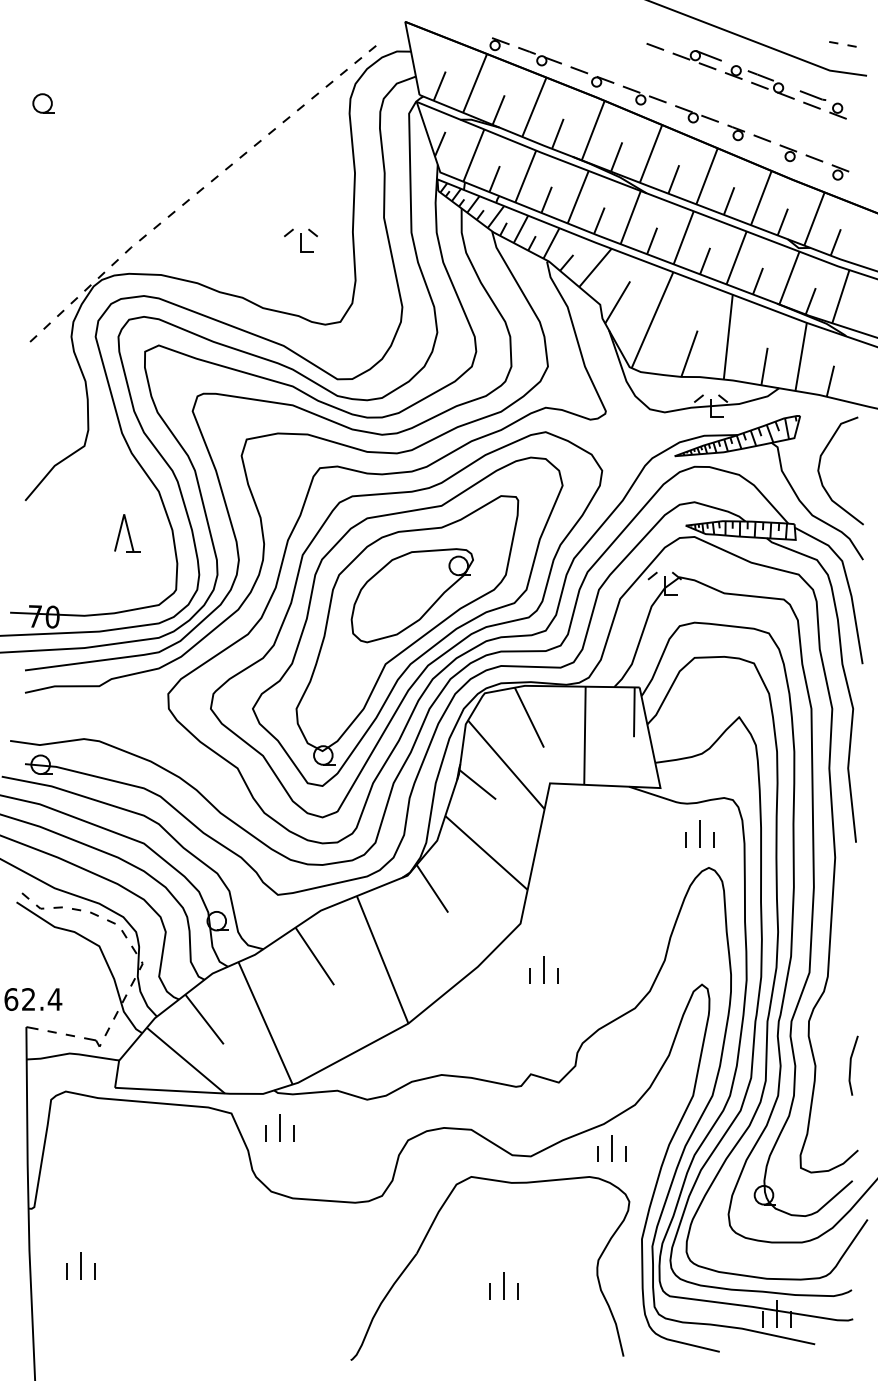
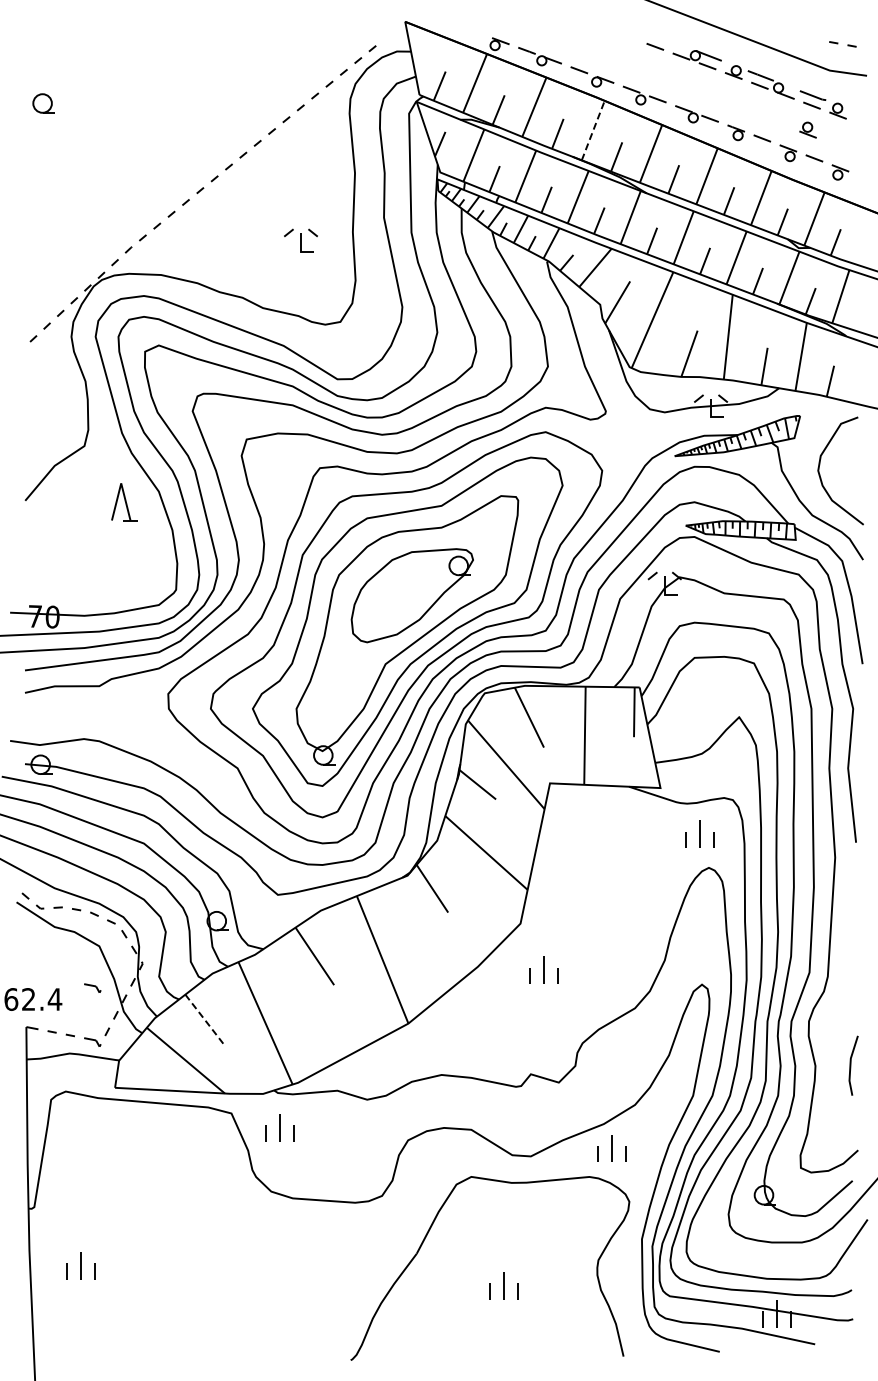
part at (807, 129): none -> present
line at (593, 130): solid -> dashed
part at (127, 533) position: (127, 533) -> (124, 502)
part at (92, 987): none -> present
line at (204, 1019): solid -> dashed
